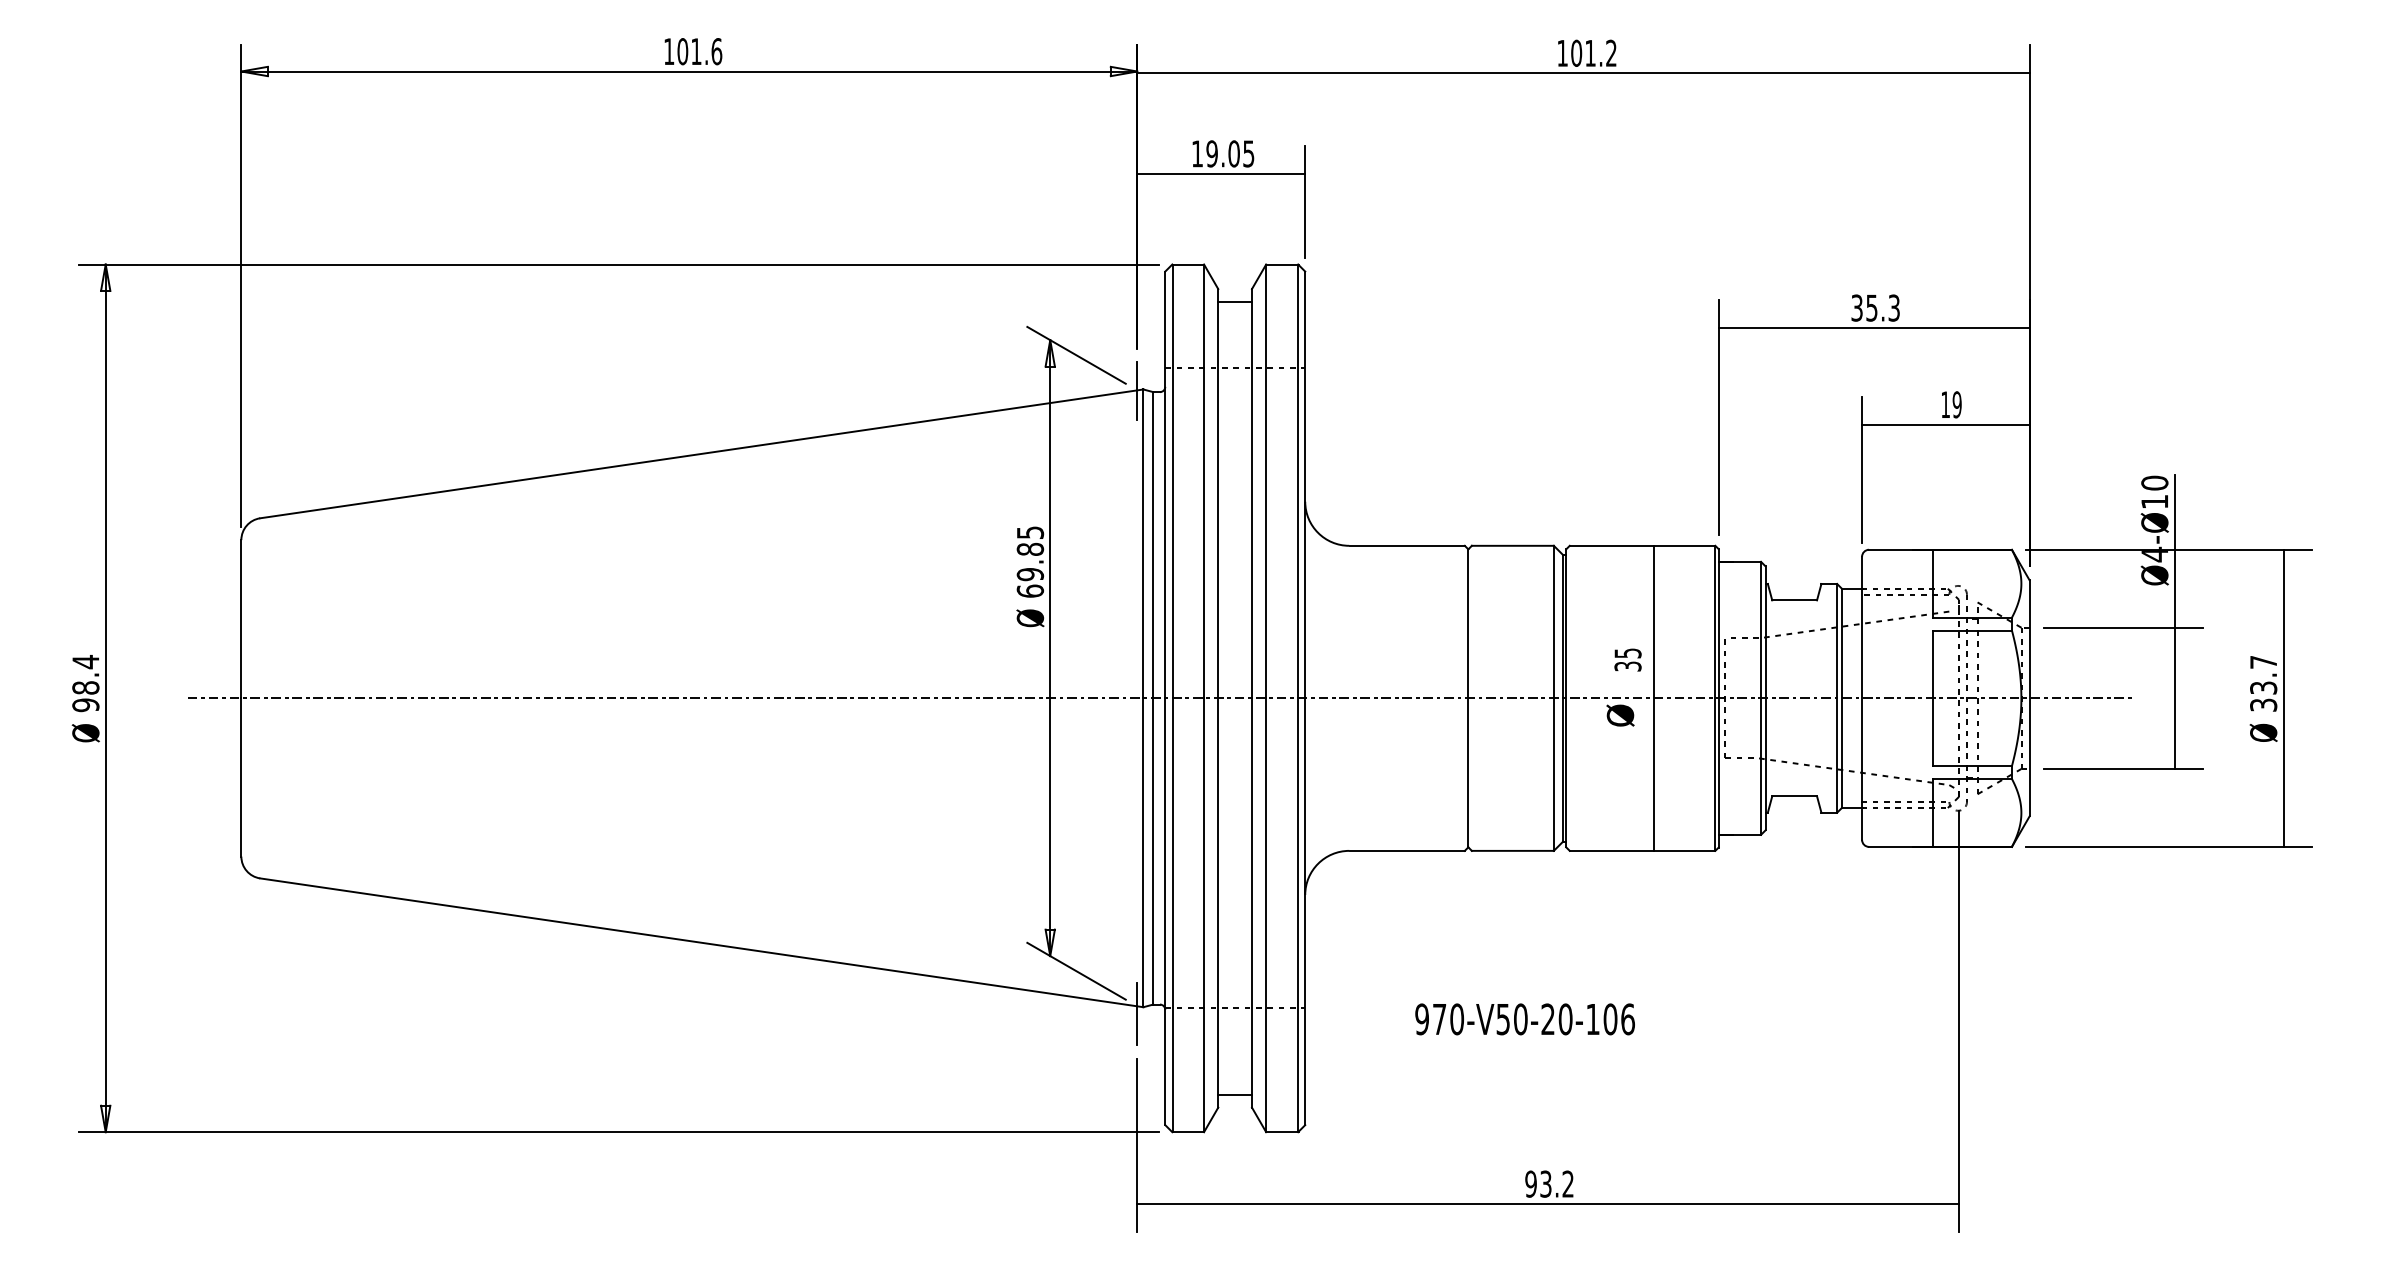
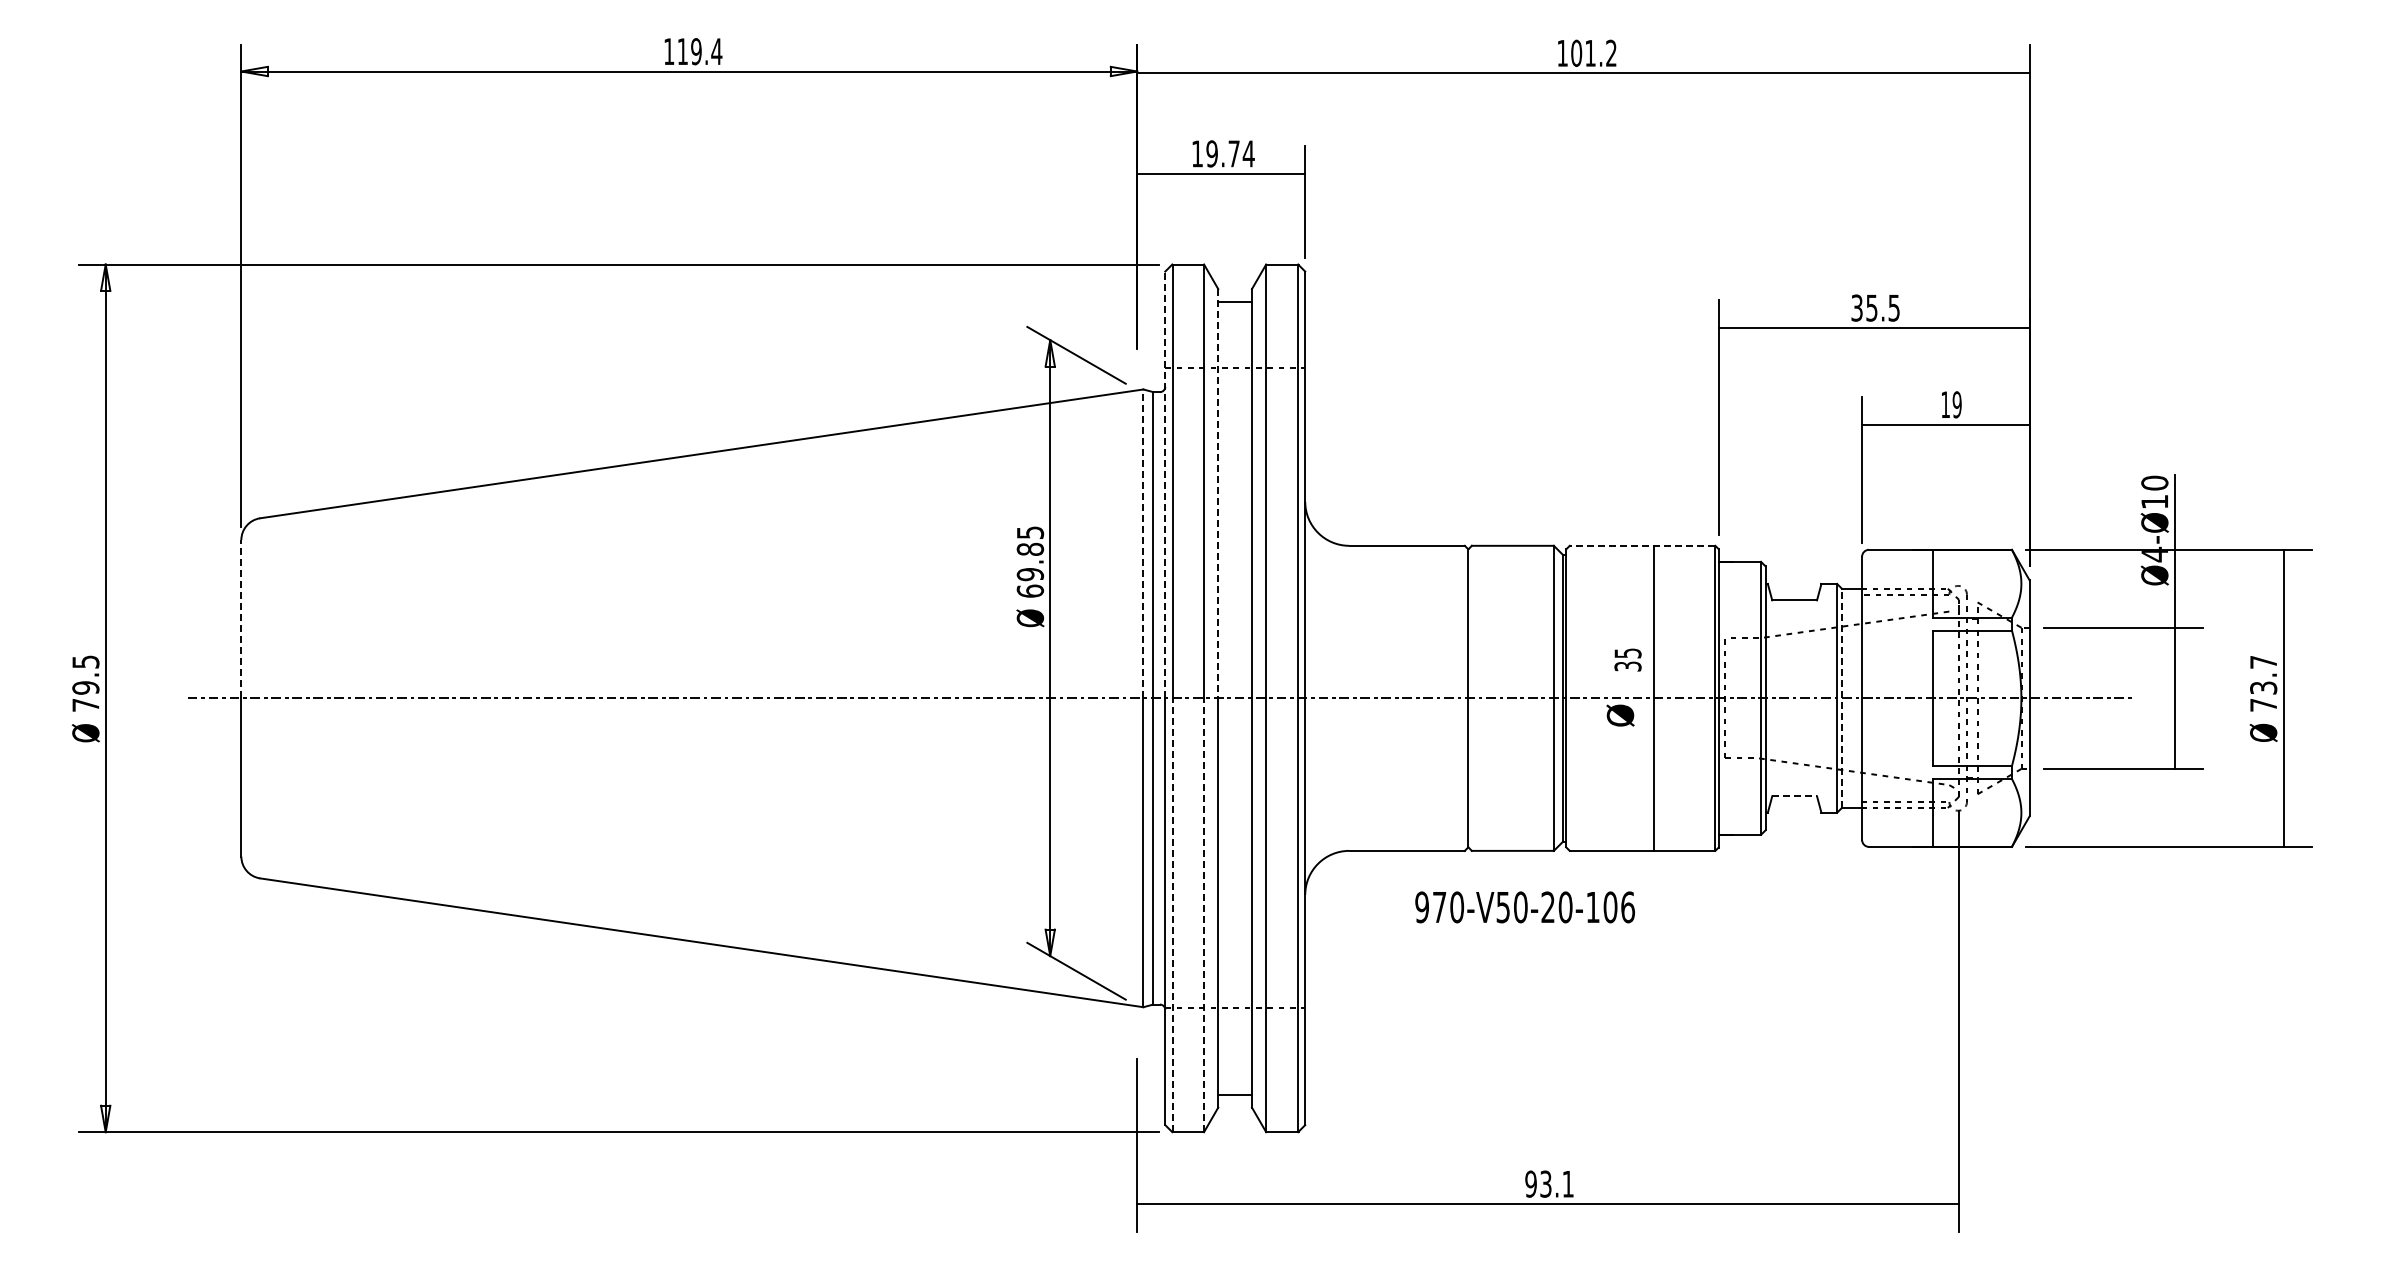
text at (699, 51): 101.6 -> 119.4
text at (1241, 153): 19.05 -> 19.74
text at (1894, 307): 35.3 -> 35.5
line at (1137, 390): present -> none
line at (1165, 484): solid -> dashed
line at (1218, 493): solid -> dashed
line at (1143, 543): solid -> dashed
line at (1642, 545): solid -> dashed
line at (241, 618): solid -> dashed
text at (85, 683): 98.4 -> 79.5
line at (1841, 698): solid -> dashed
text at (2263, 704): 33.7 -> 73.7
line at (1795, 796): solid -> dashed
line at (1172, 915): solid -> dashed
line at (1204, 915): solid -> dashed
line at (1137, 1013): present -> none
text at (1524, 1019) position: (1524, 1019) -> (1524, 907)
text at (1567, 1183): 93.2 -> 93.1
